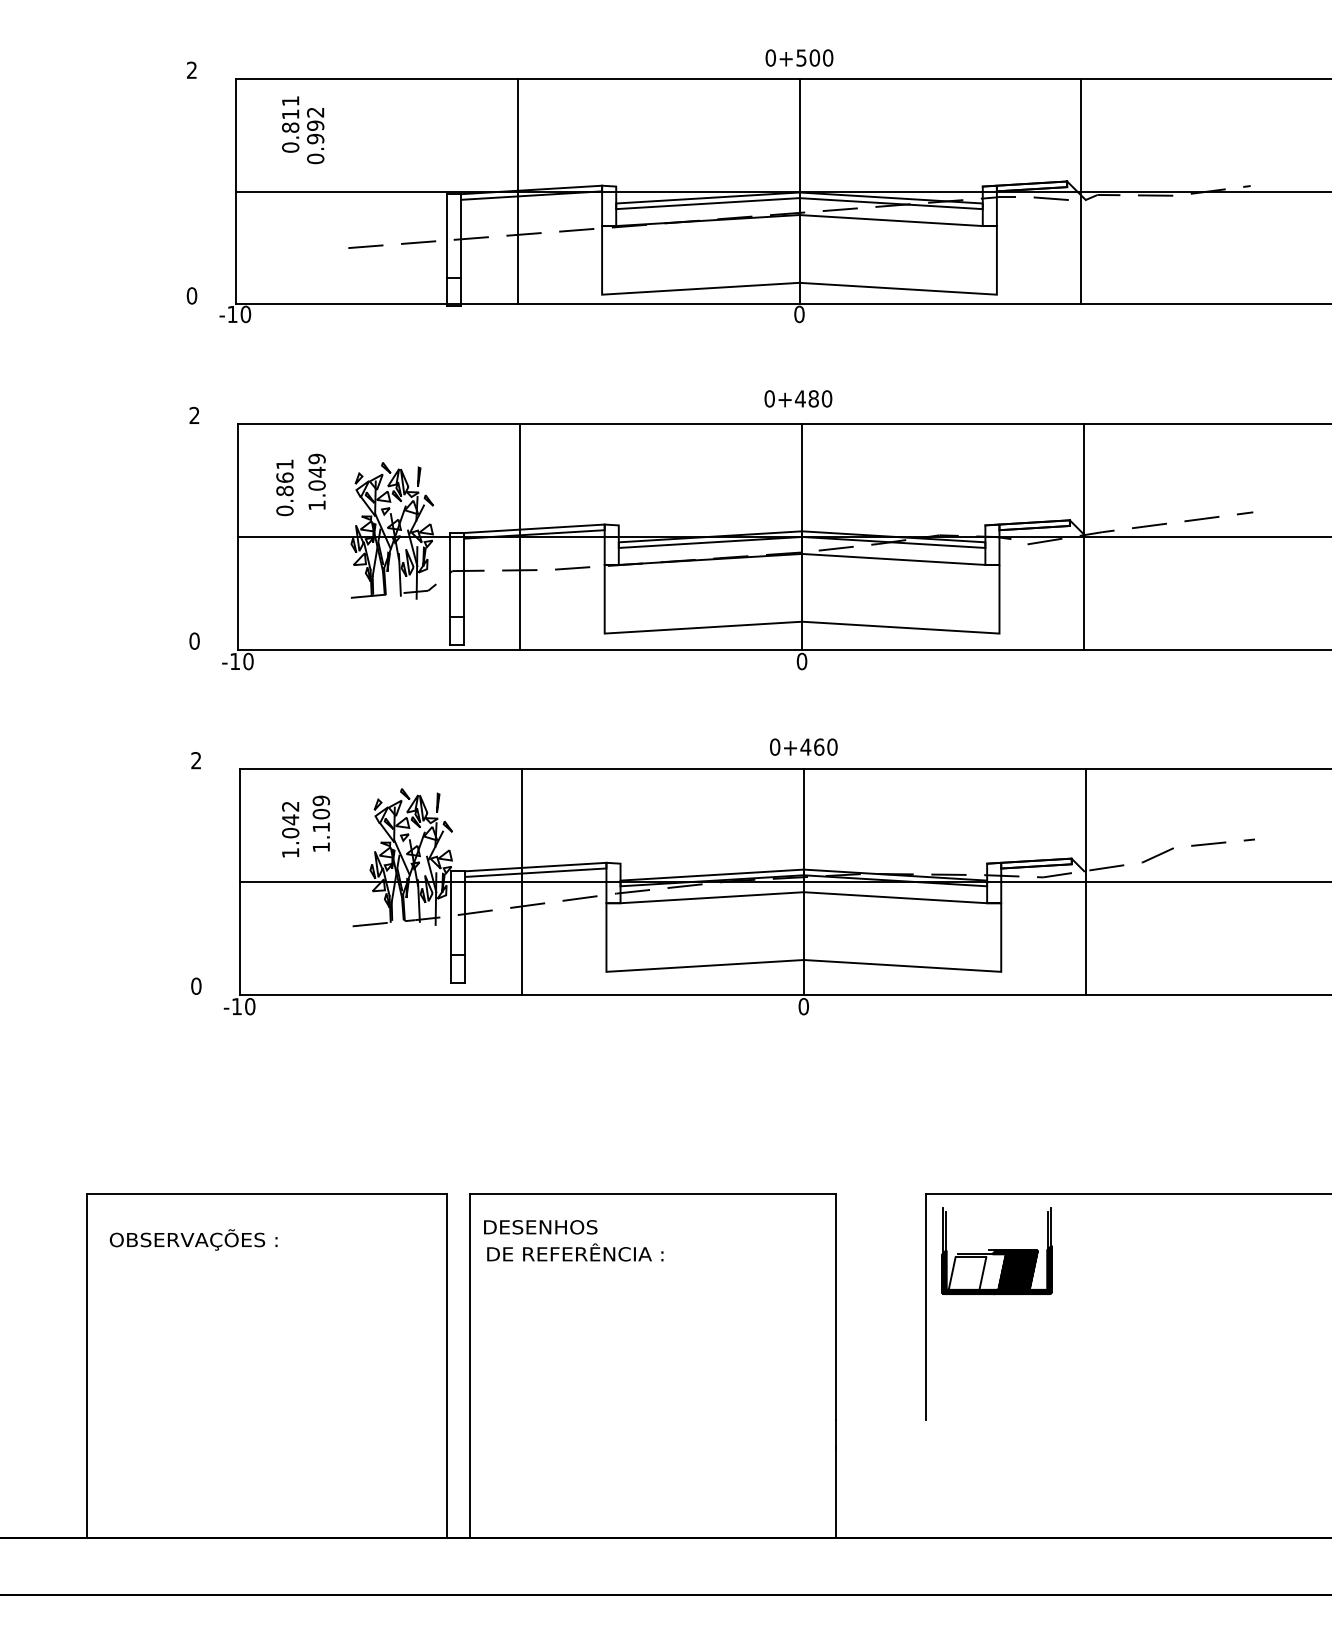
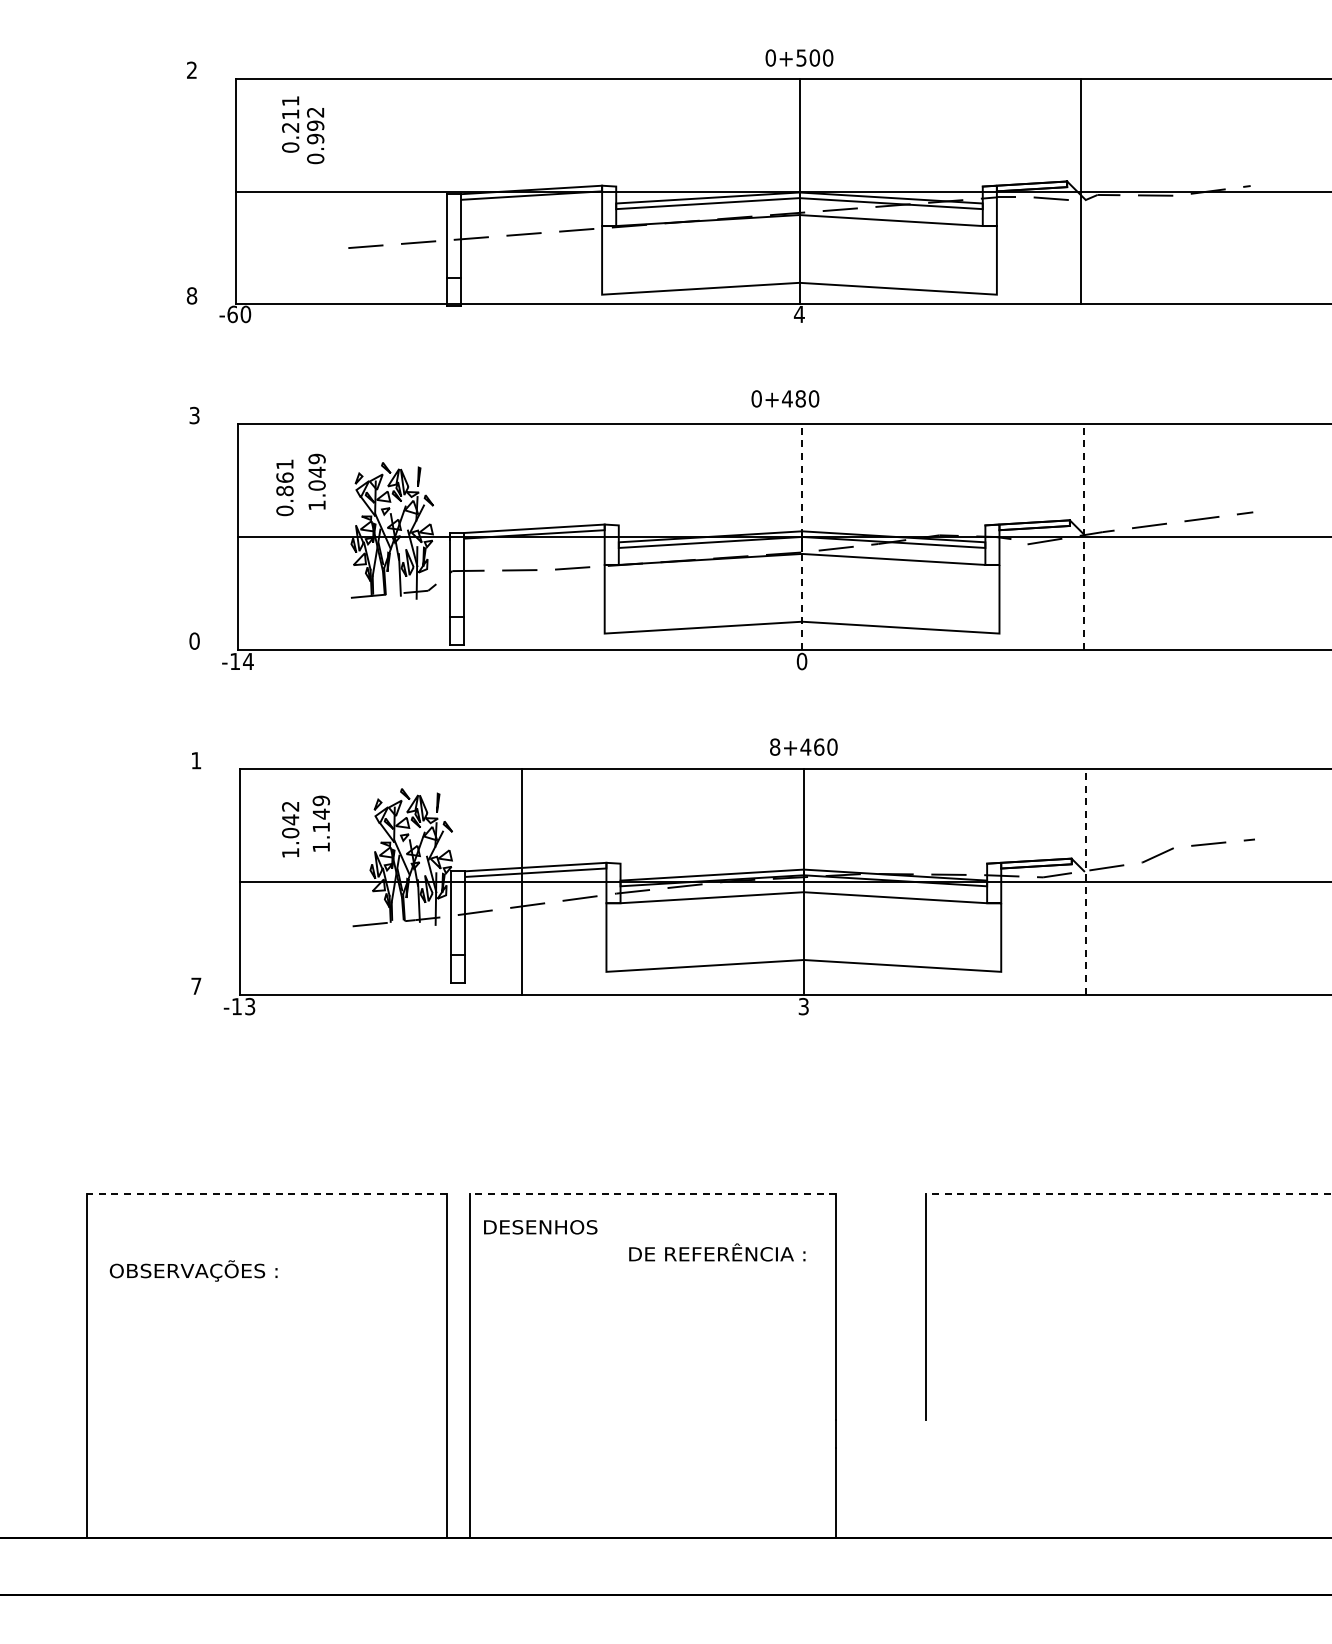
text at (290, 127): 0.811 -> 0.211
line at (517, 191): present -> none
text at (191, 295): 0 -> 8
text at (232, 314): -10 -> -60
text at (798, 314): 0 -> 4
text at (798, 398) position: (798, 398) -> (785, 398)
text at (194, 415): 2 -> 3
line at (520, 536): present -> none
line at (802, 536): solid -> dashed
line at (1084, 536): solid -> dashed
text at (248, 661): -10 -> -14
text at (775, 746): 0+460 -> 8+460
text at (196, 760): 2 -> 1
text at (321, 813): 1.109 -> 1.149
line at (1085, 881): solid -> dashed
text at (196, 985): 0 -> 7
text at (250, 1006): -10 -> -13
text at (803, 1006): 0 -> 3
line at (267, 1194): solid -> dashed
line at (652, 1194): solid -> dashed
line at (1128, 1194): solid -> dashed
text at (193, 1239) position: (193, 1239) -> (193, 1270)
part at (996, 1251): present -> none
text at (575, 1252) position: (575, 1252) -> (717, 1252)
